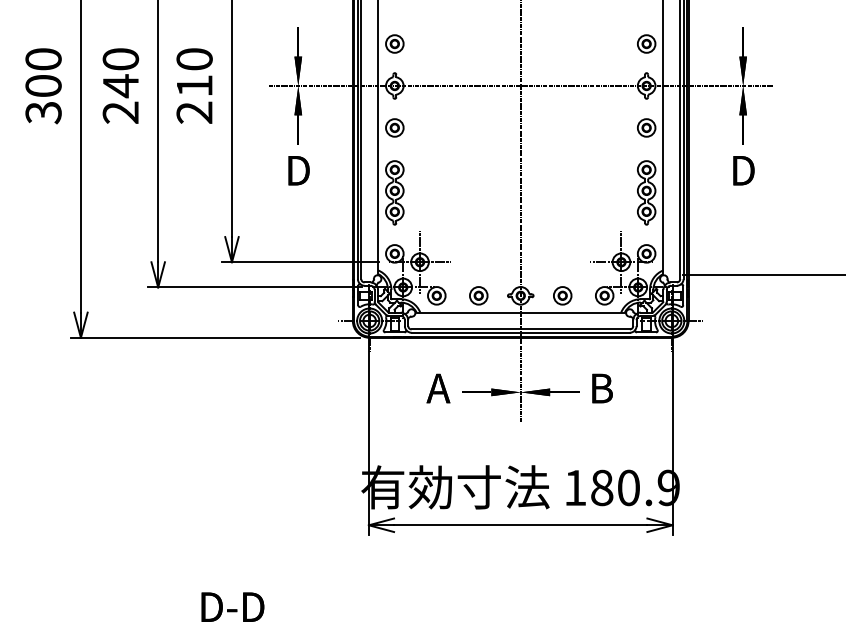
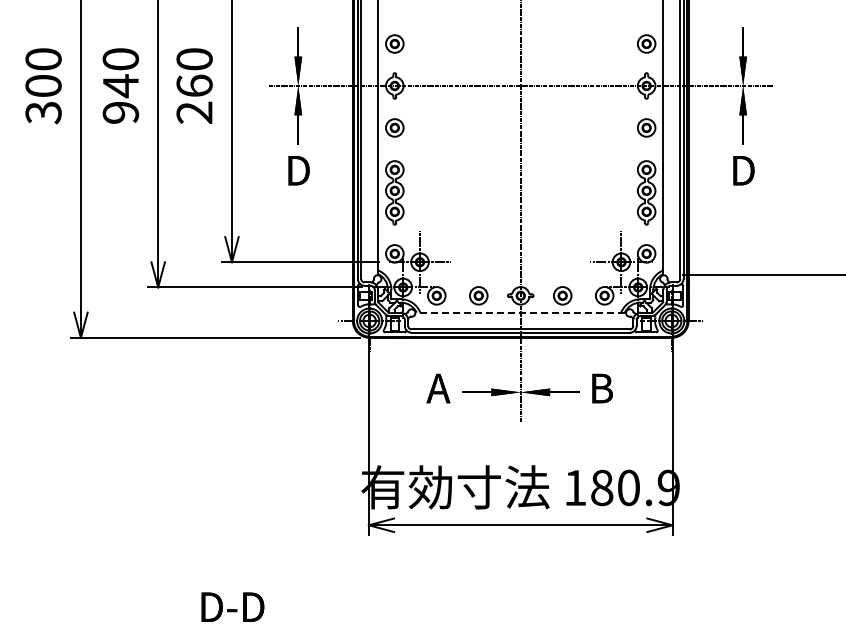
text at (194, 85): 210 -> 260
text at (121, 112): 240 -> 940
line at (520, 312): solid -> dashed
